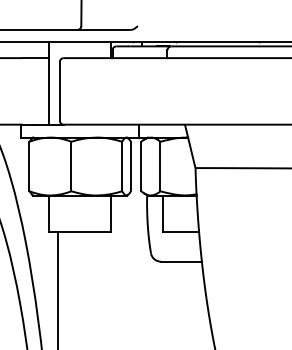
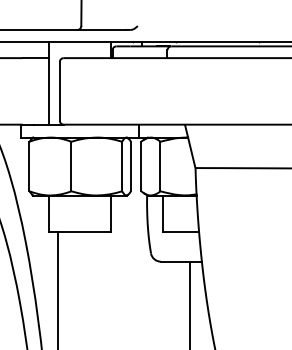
line at (190, 303): none -> present
